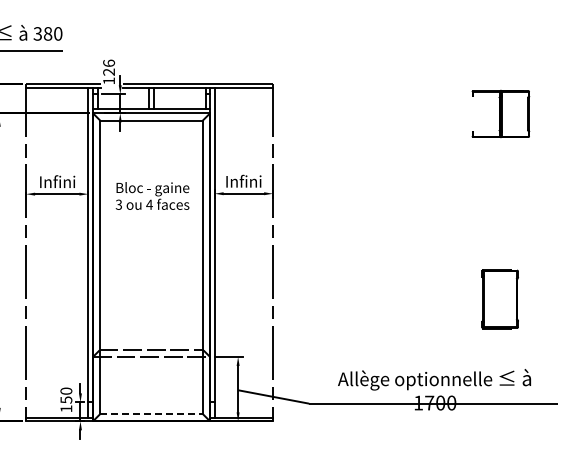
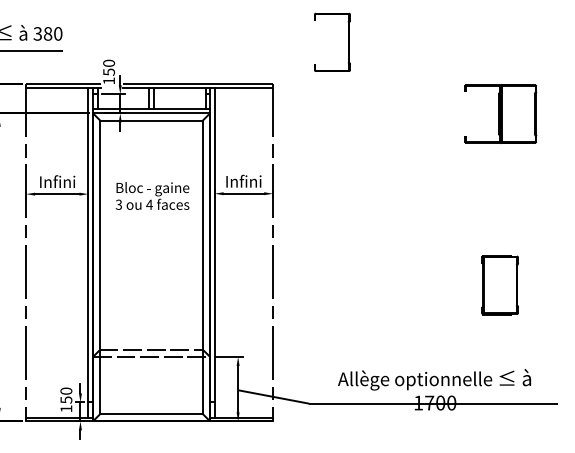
part at (348, 41): none -> present
text at (109, 67): 126 -> 150
part at (500, 113) size: 60x50 px -> 74x60 px
part at (499, 299) position: (499, 299) -> (499, 285)
line at (152, 413): dashed -> solid
